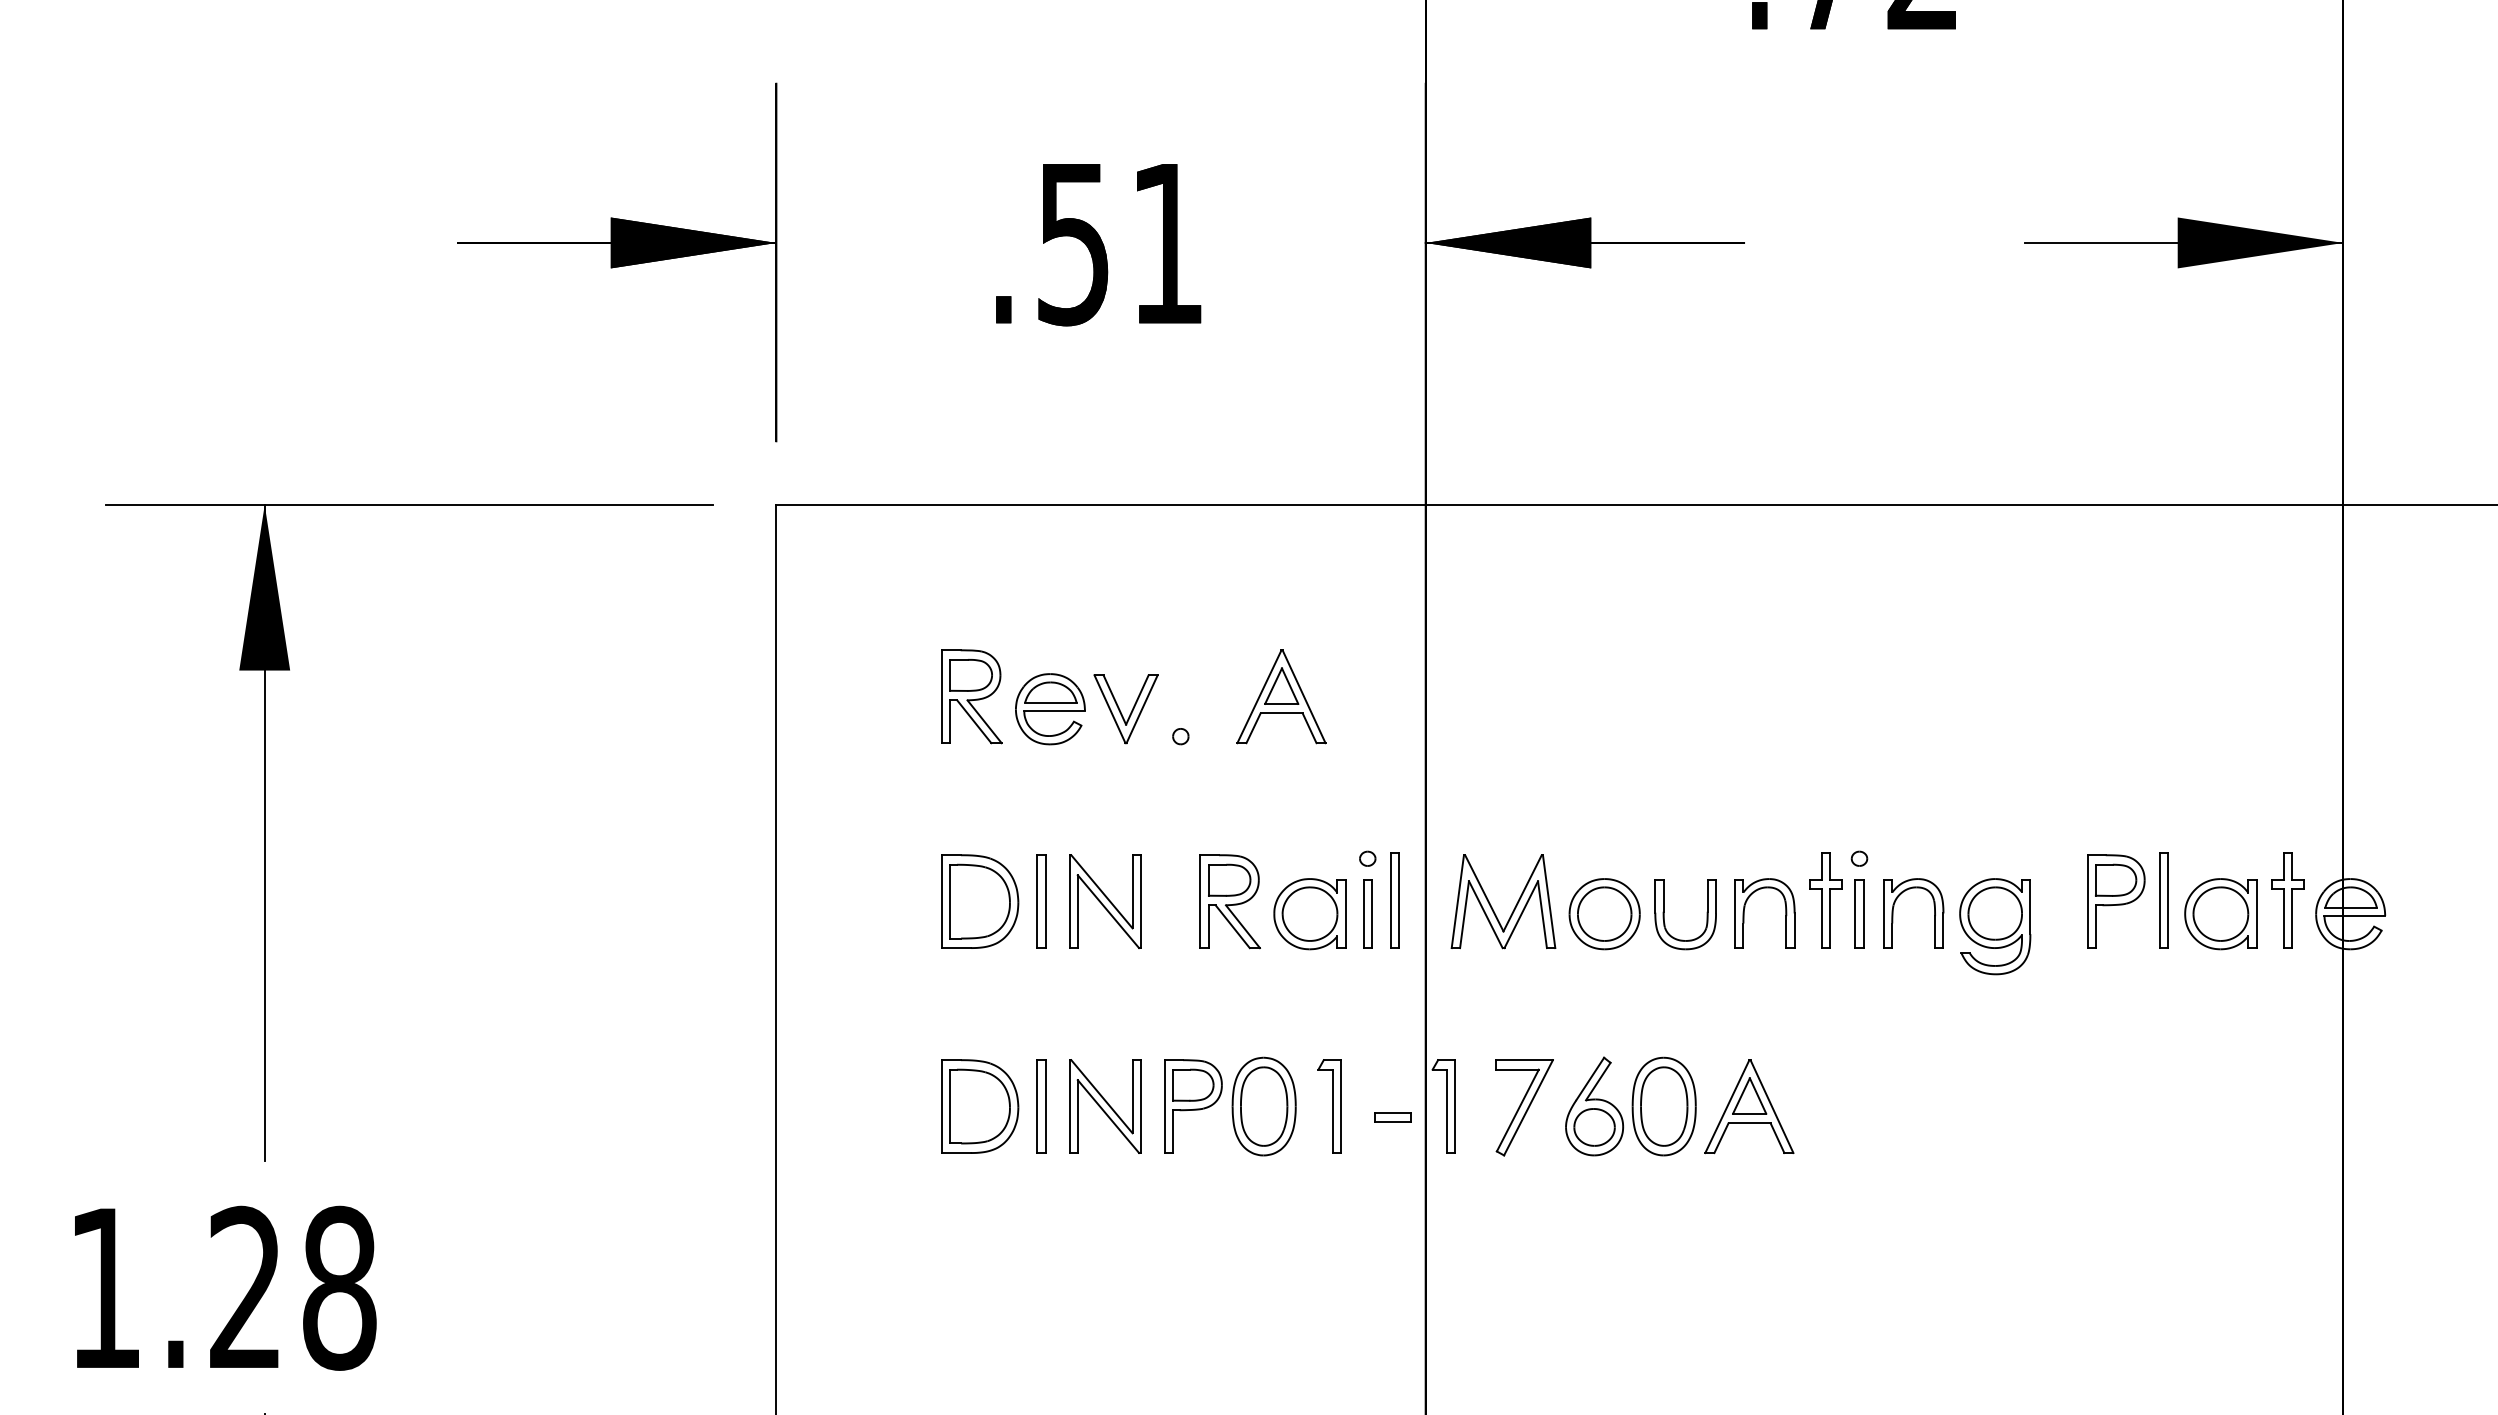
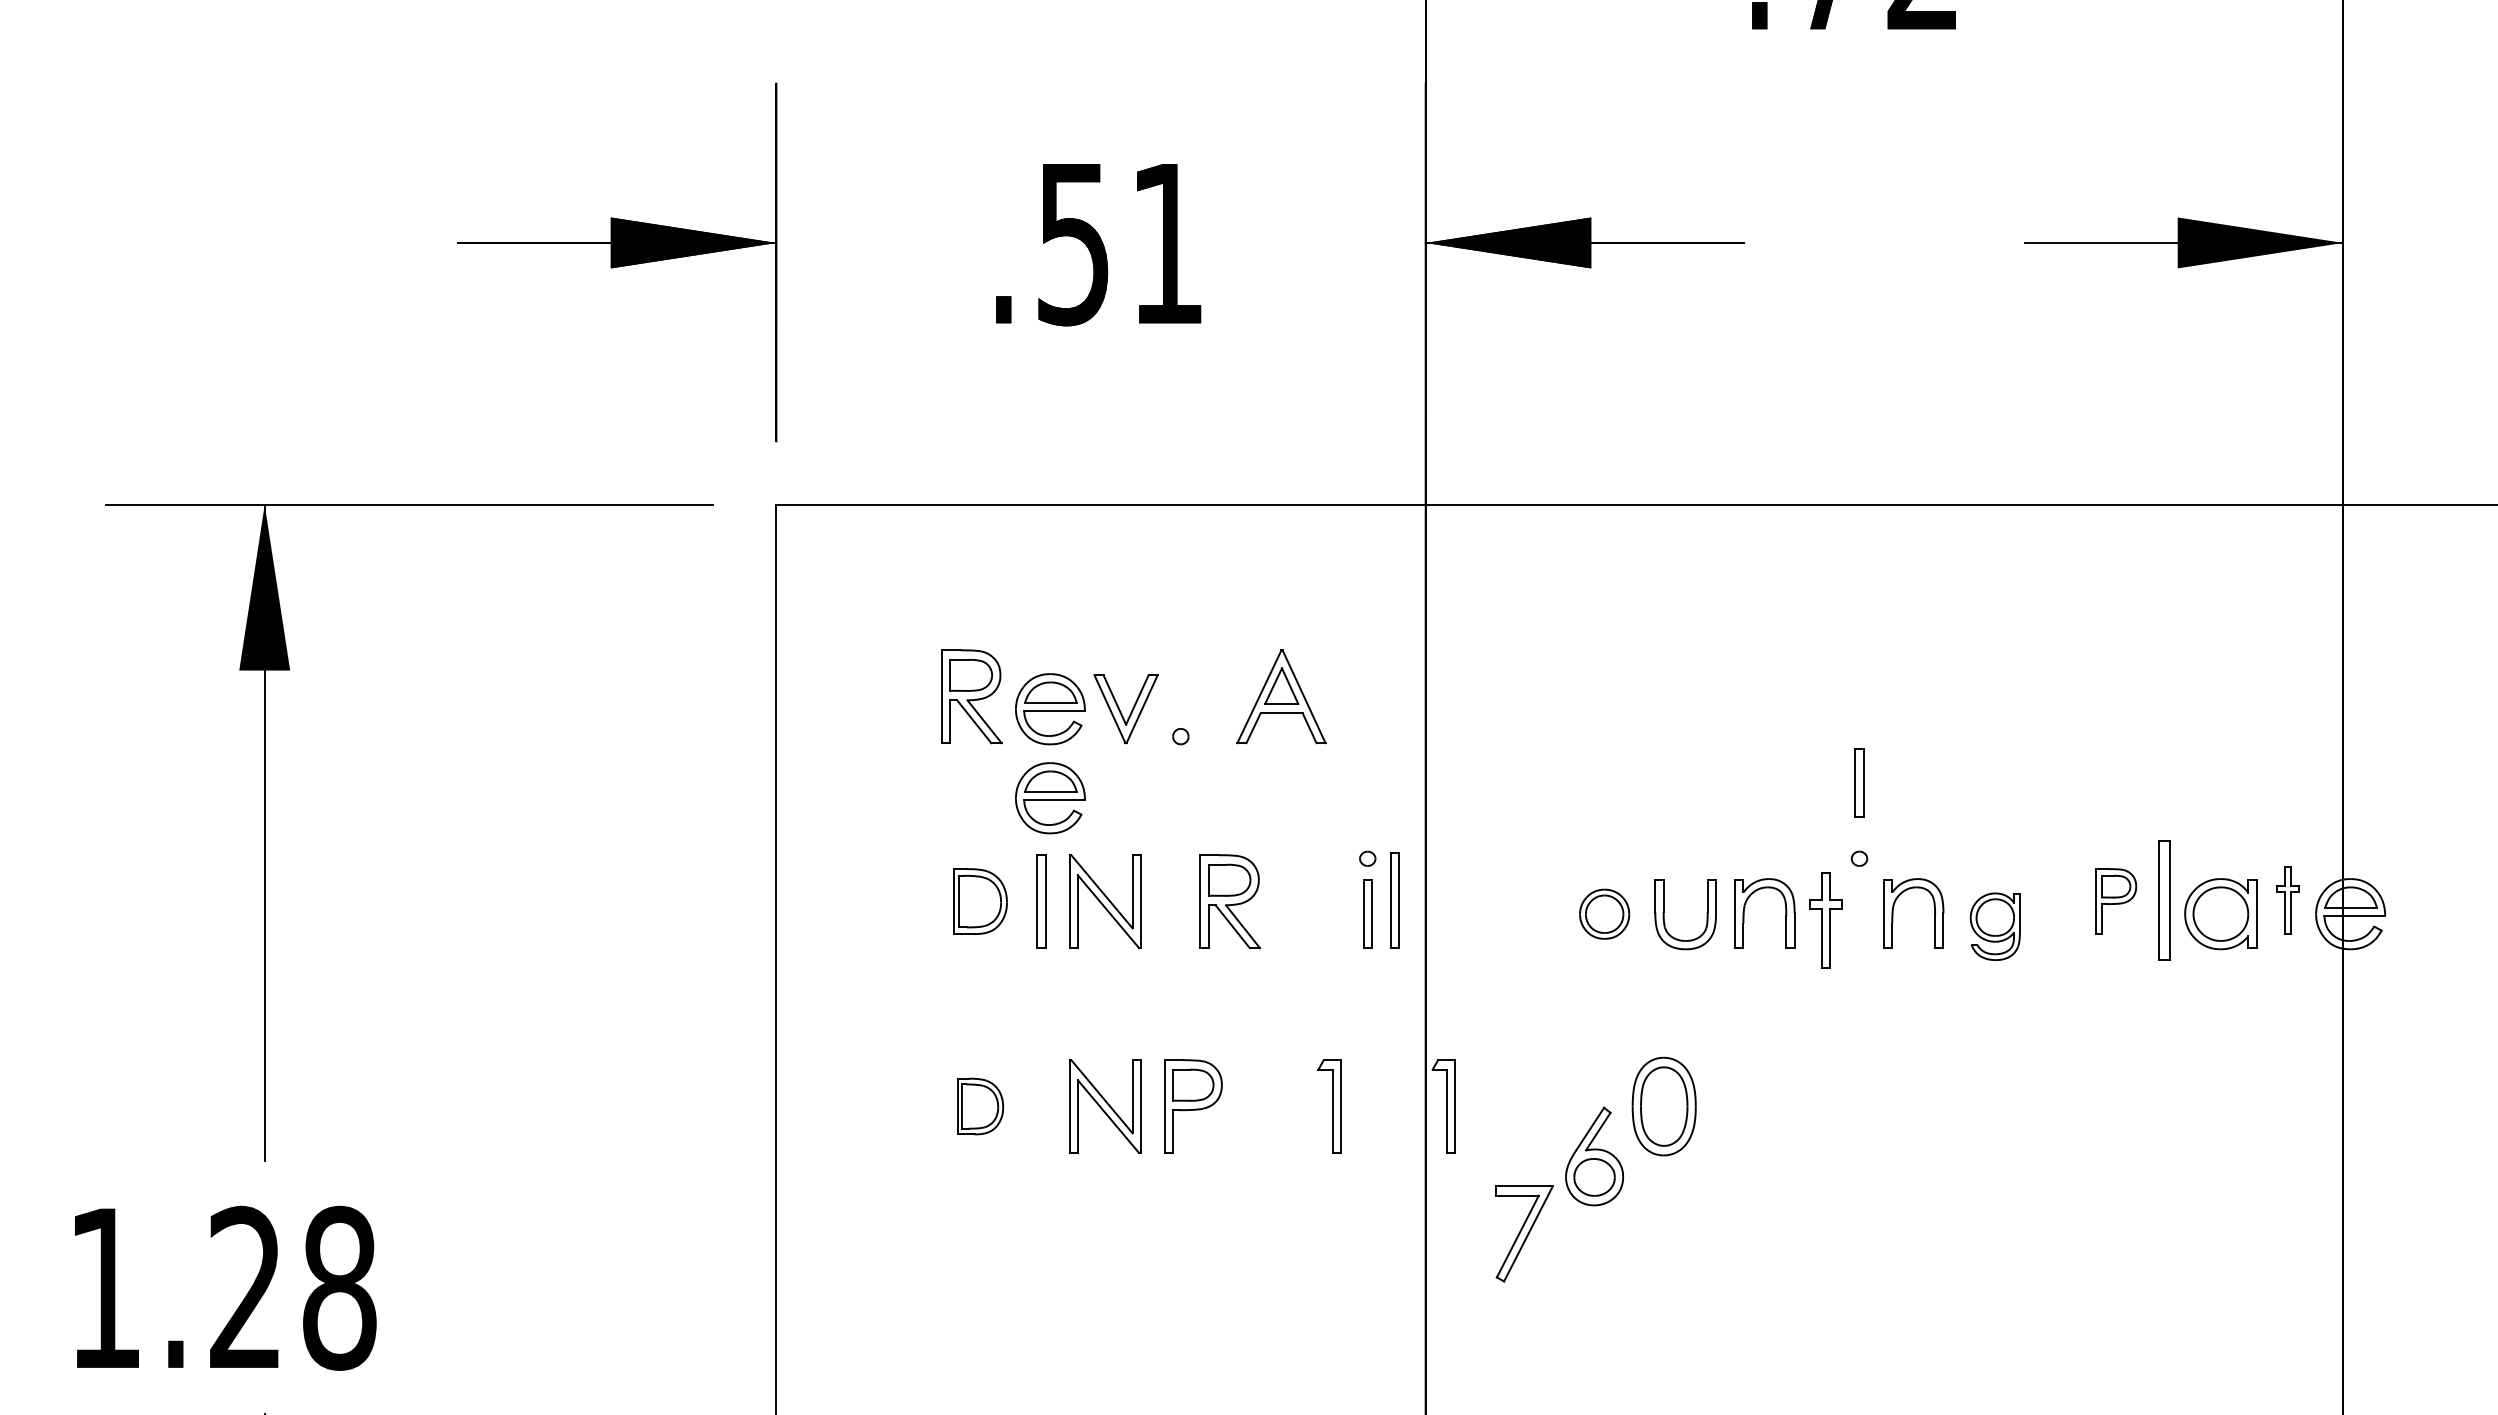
part at (1050, 798): none -> present
part at (1825, 900) position: (1825, 900) -> (1825, 920)
part at (2163, 900) size: 10x97 px -> 13x121 px
part at (2287, 900) size: 34x97 px -> 24x69 px
part at (980, 901) size: 79x95 px -> 55x67 px
part at (2116, 901) size: 59x95 px -> 43x67 px
part at (1492, 907): present -> none
part at (1859, 913) position: (1859, 913) -> (1859, 782)
part at (1309, 914): present -> none
part at (1604, 914) size: 73x73 px -> 52x52 px
part at (1995, 926) size: 73x98 px -> 52x69 px
part at (980, 1106) size: 79x95 px -> 48x59 px
part at (1041, 1106): present -> none
part at (1263, 1106): present -> none
part at (1594, 1106) position: (1594, 1106) -> (1594, 1156)
part at (1749, 1106): present -> none
part at (1524, 1107) position: (1524, 1107) -> (1524, 1233)
part at (1392, 1117): present -> none
